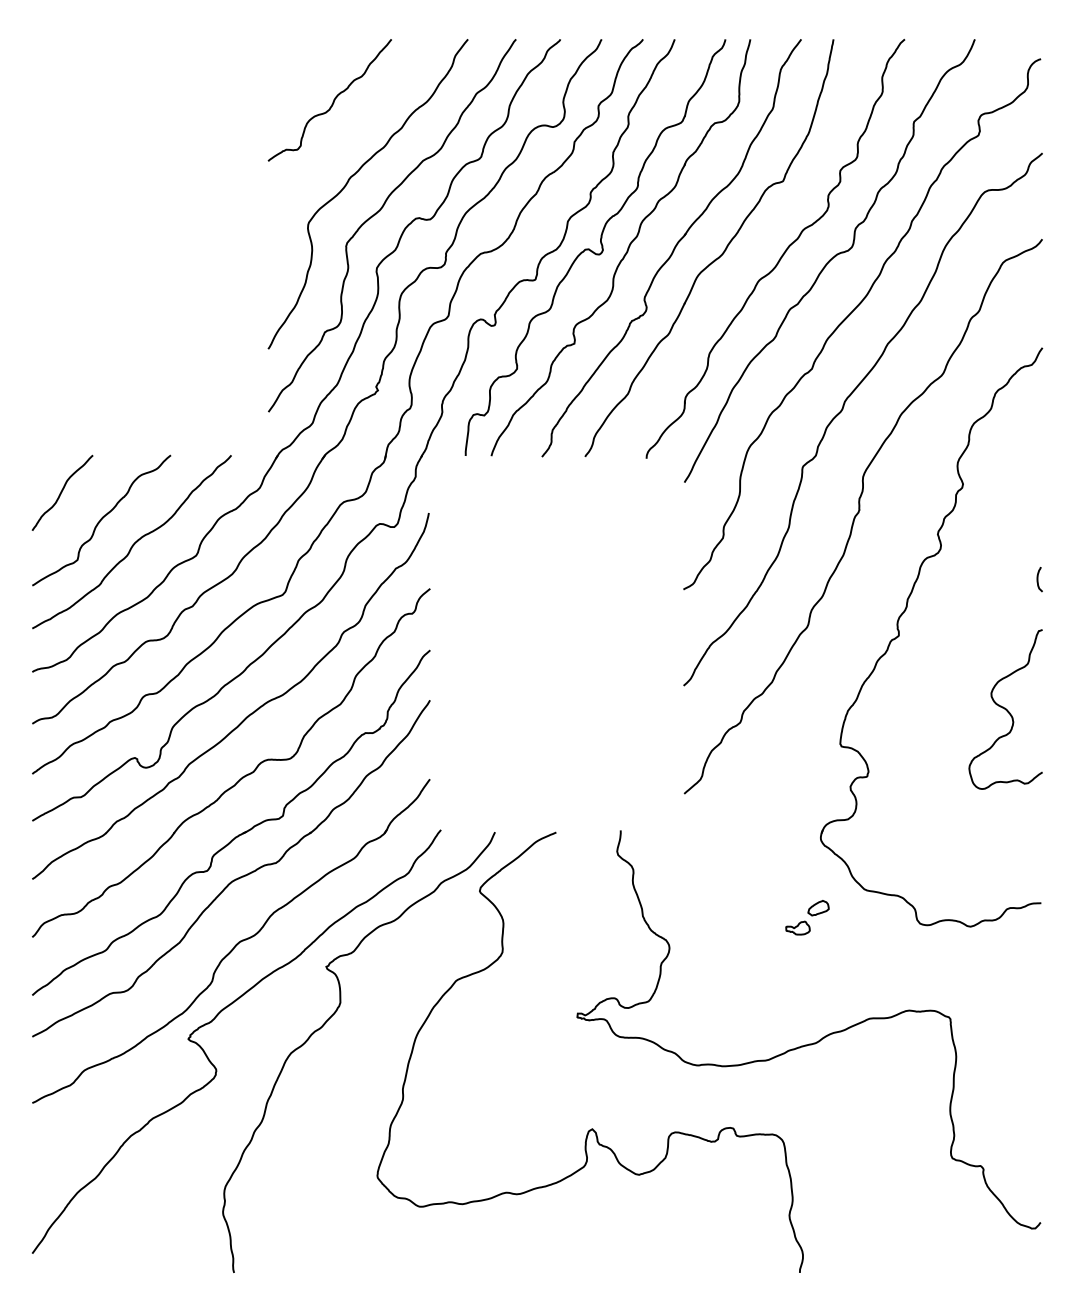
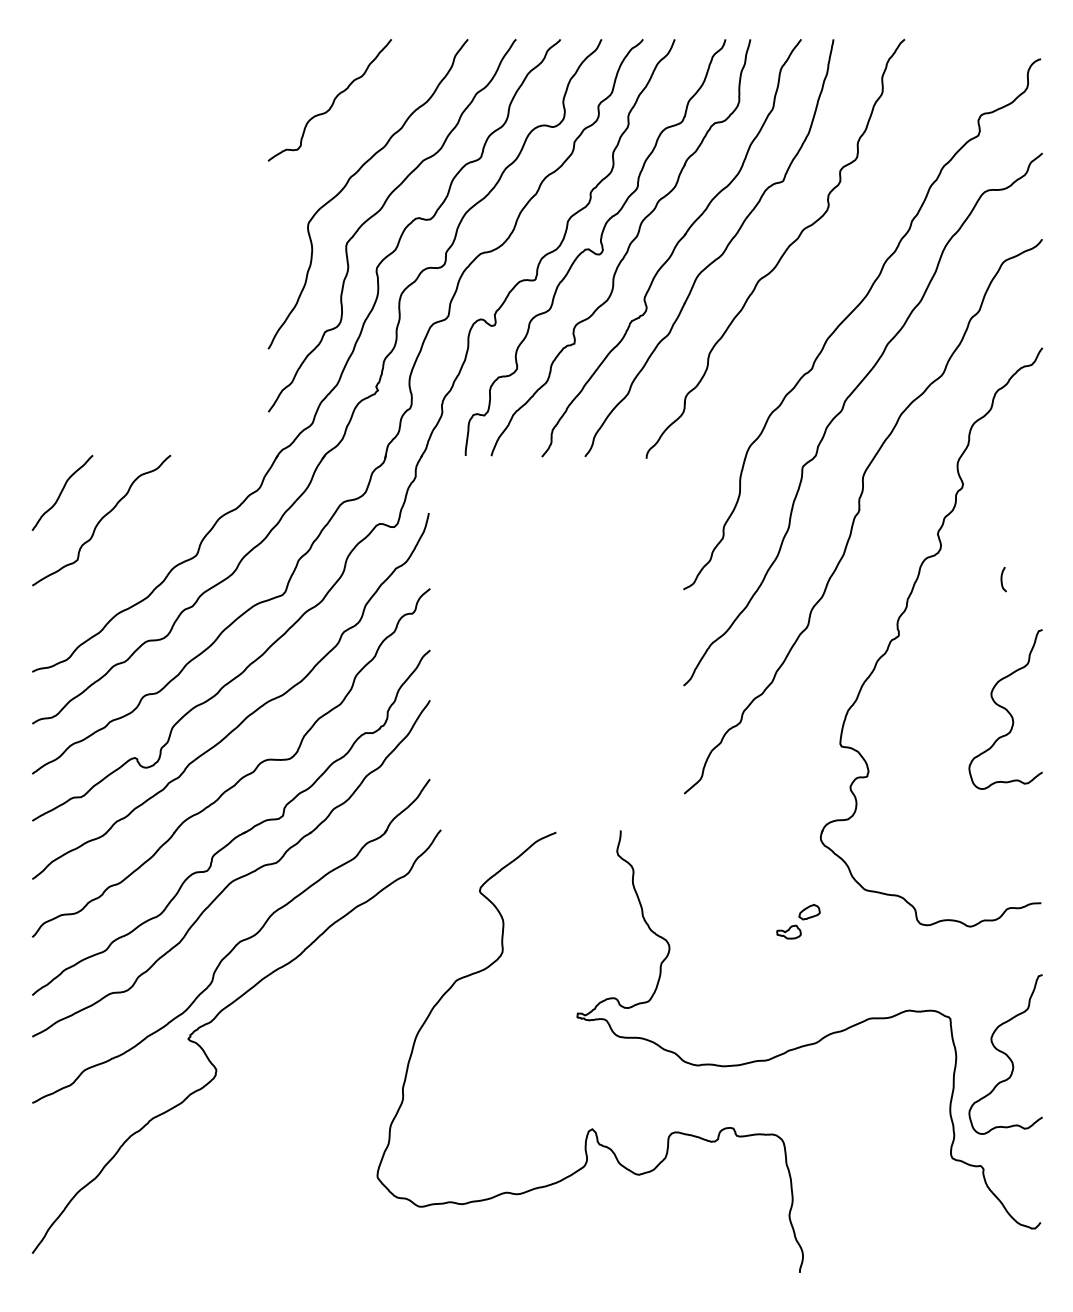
curve at (829, 260): present -> none
curve at (133, 543): present -> none
curve at (1038, 579) position: (1038, 579) -> (1002, 579)
part at (807, 917) position: (807, 917) -> (798, 921)
curve at (326, 1023): present -> none
curve at (1005, 1054): none -> present
